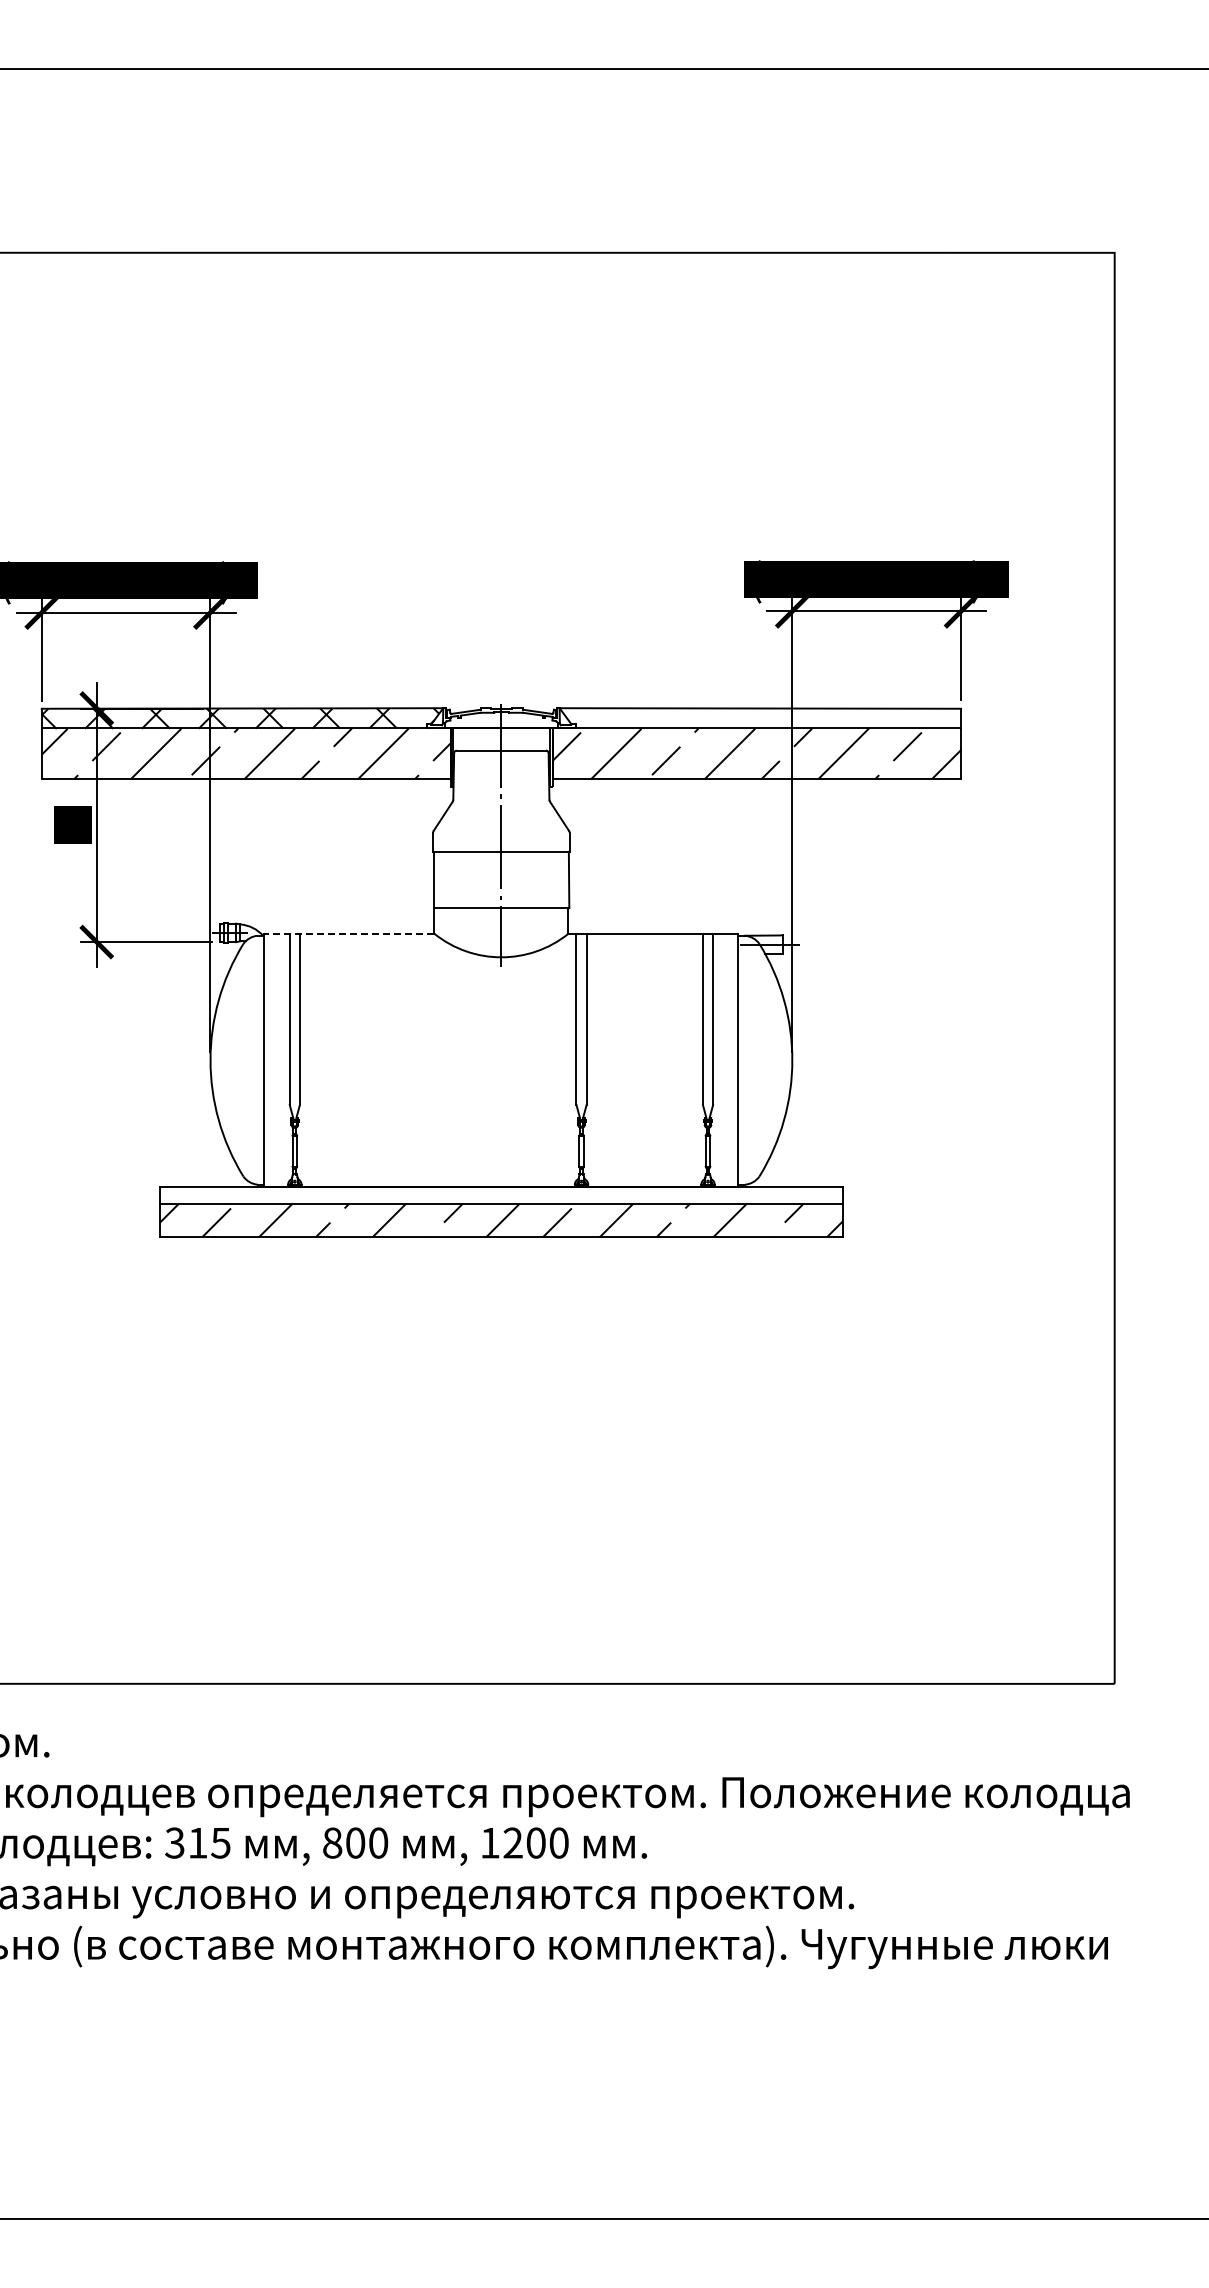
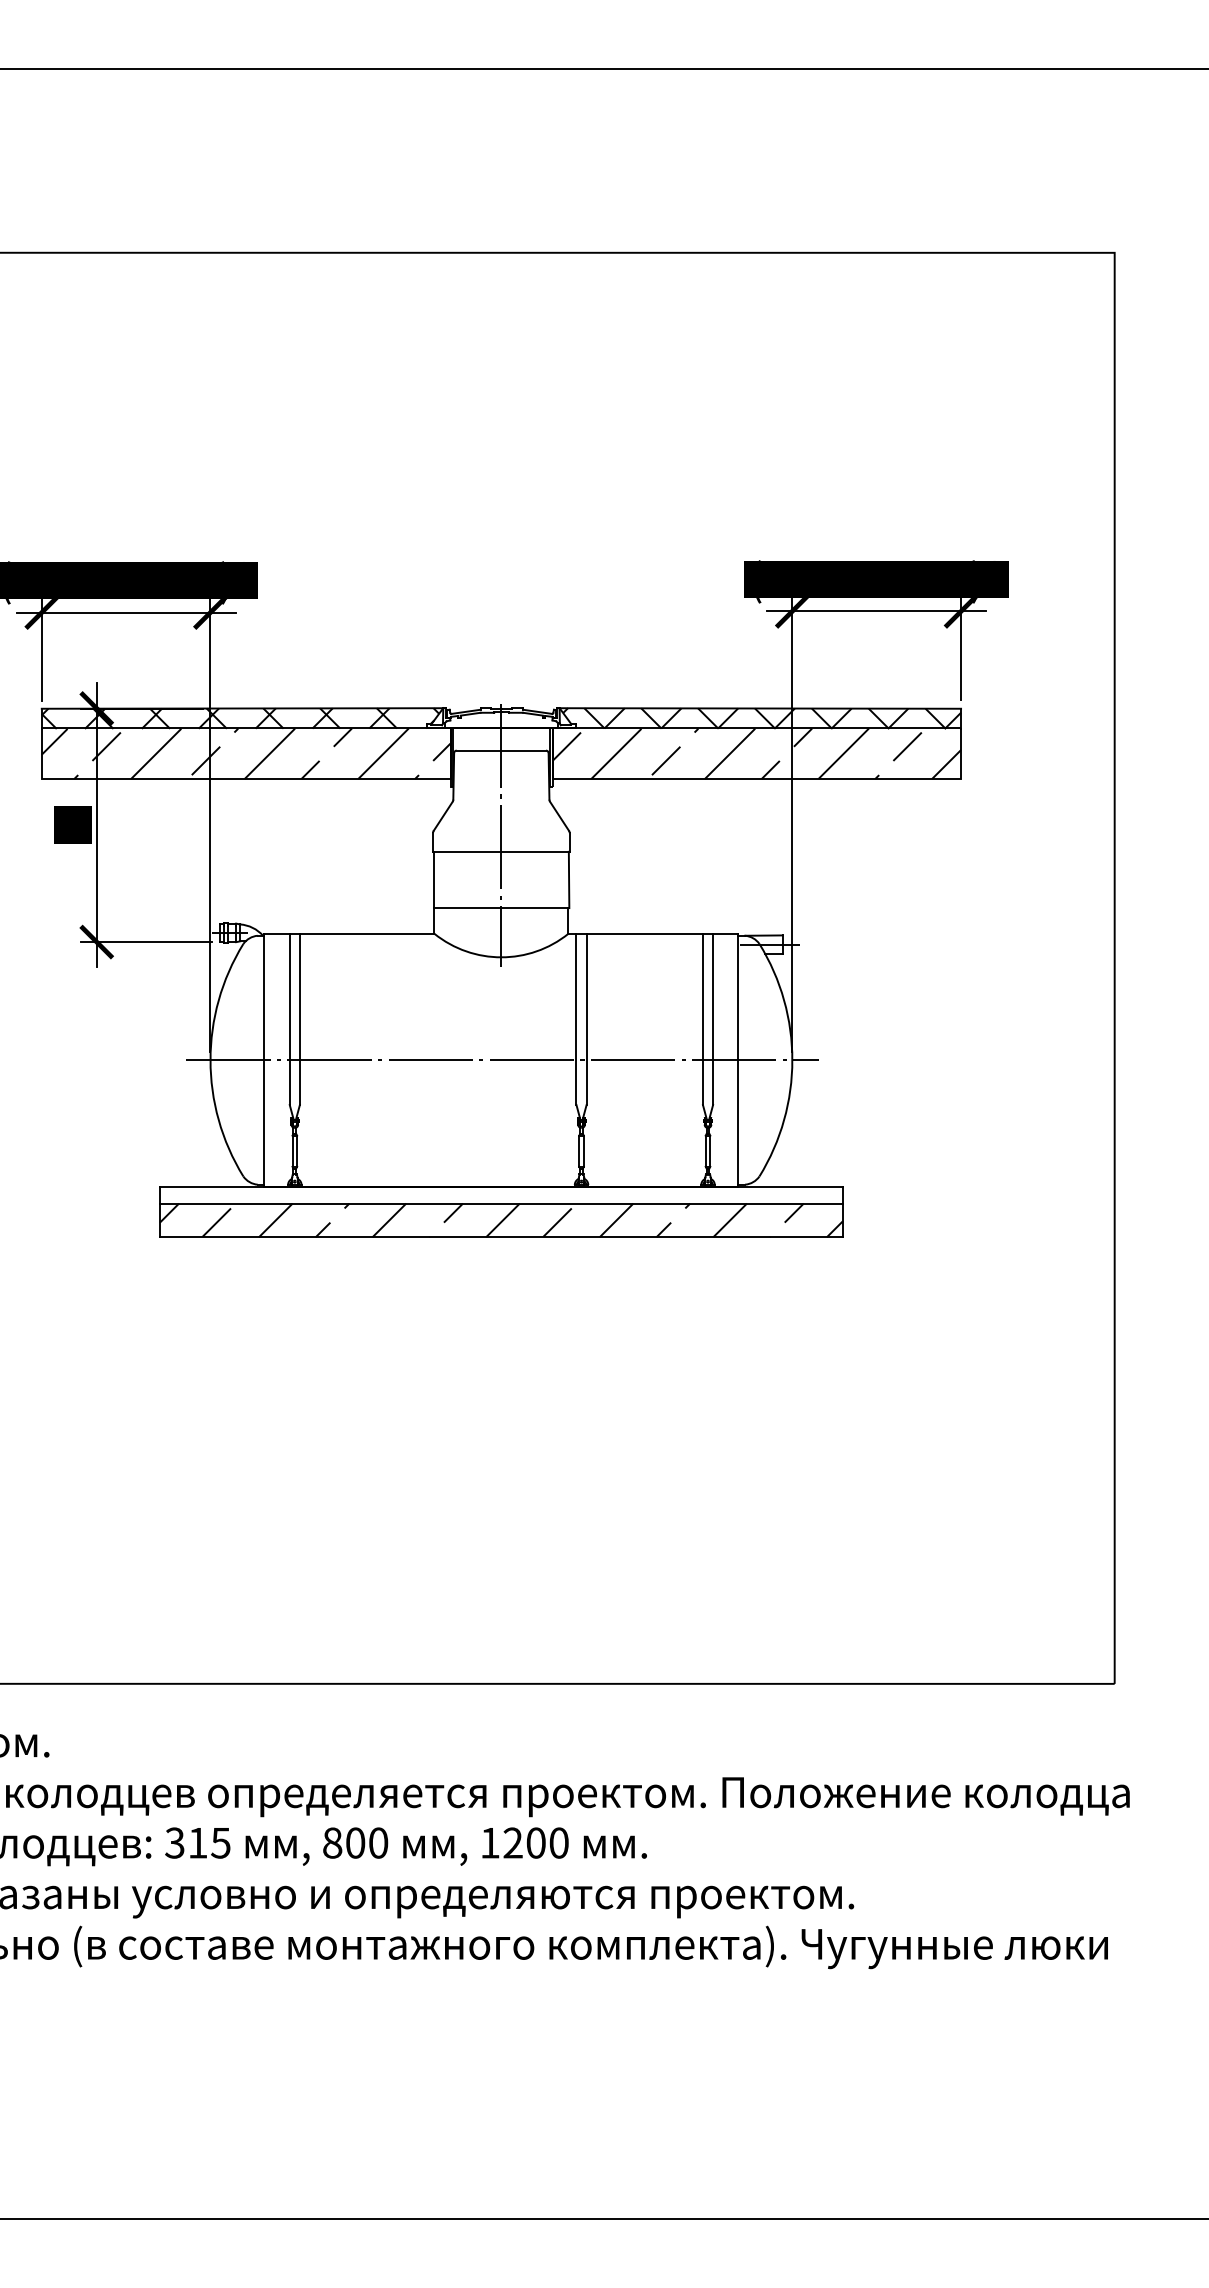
hatch at (762, 718): none -> present
line at (349, 933): dashed -> solid
line at (502, 1060): none -> present
